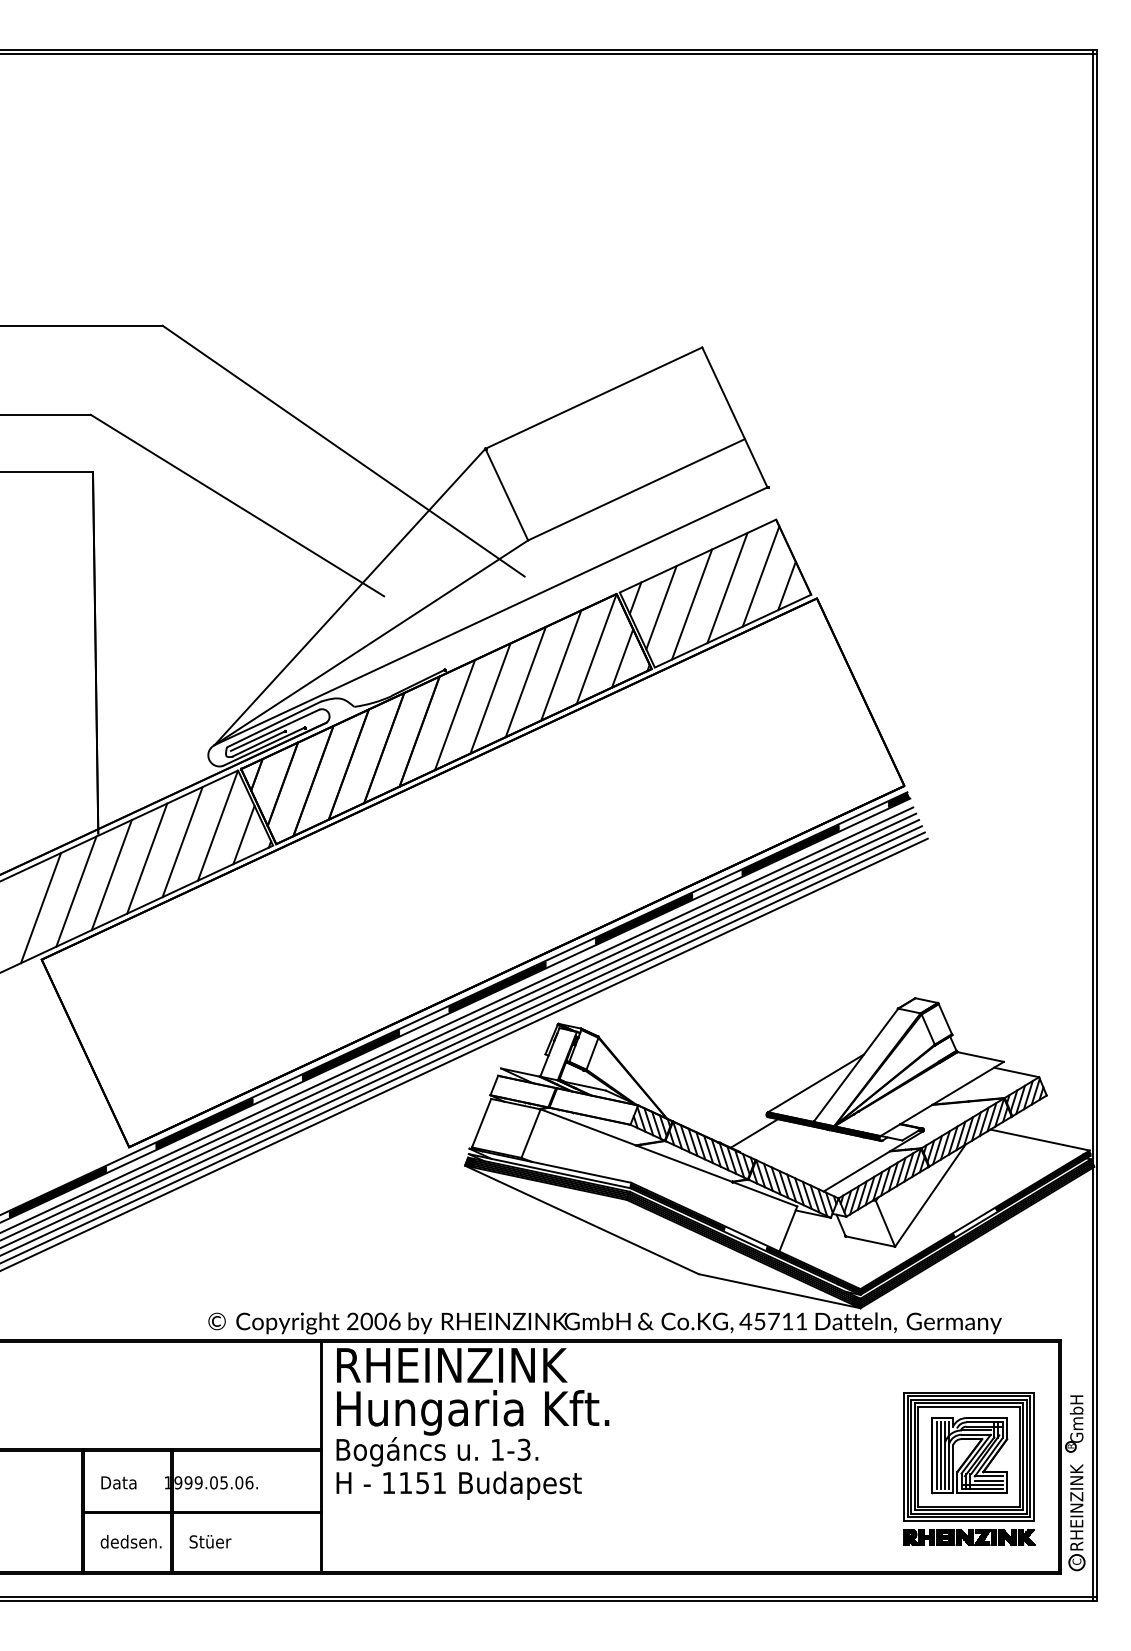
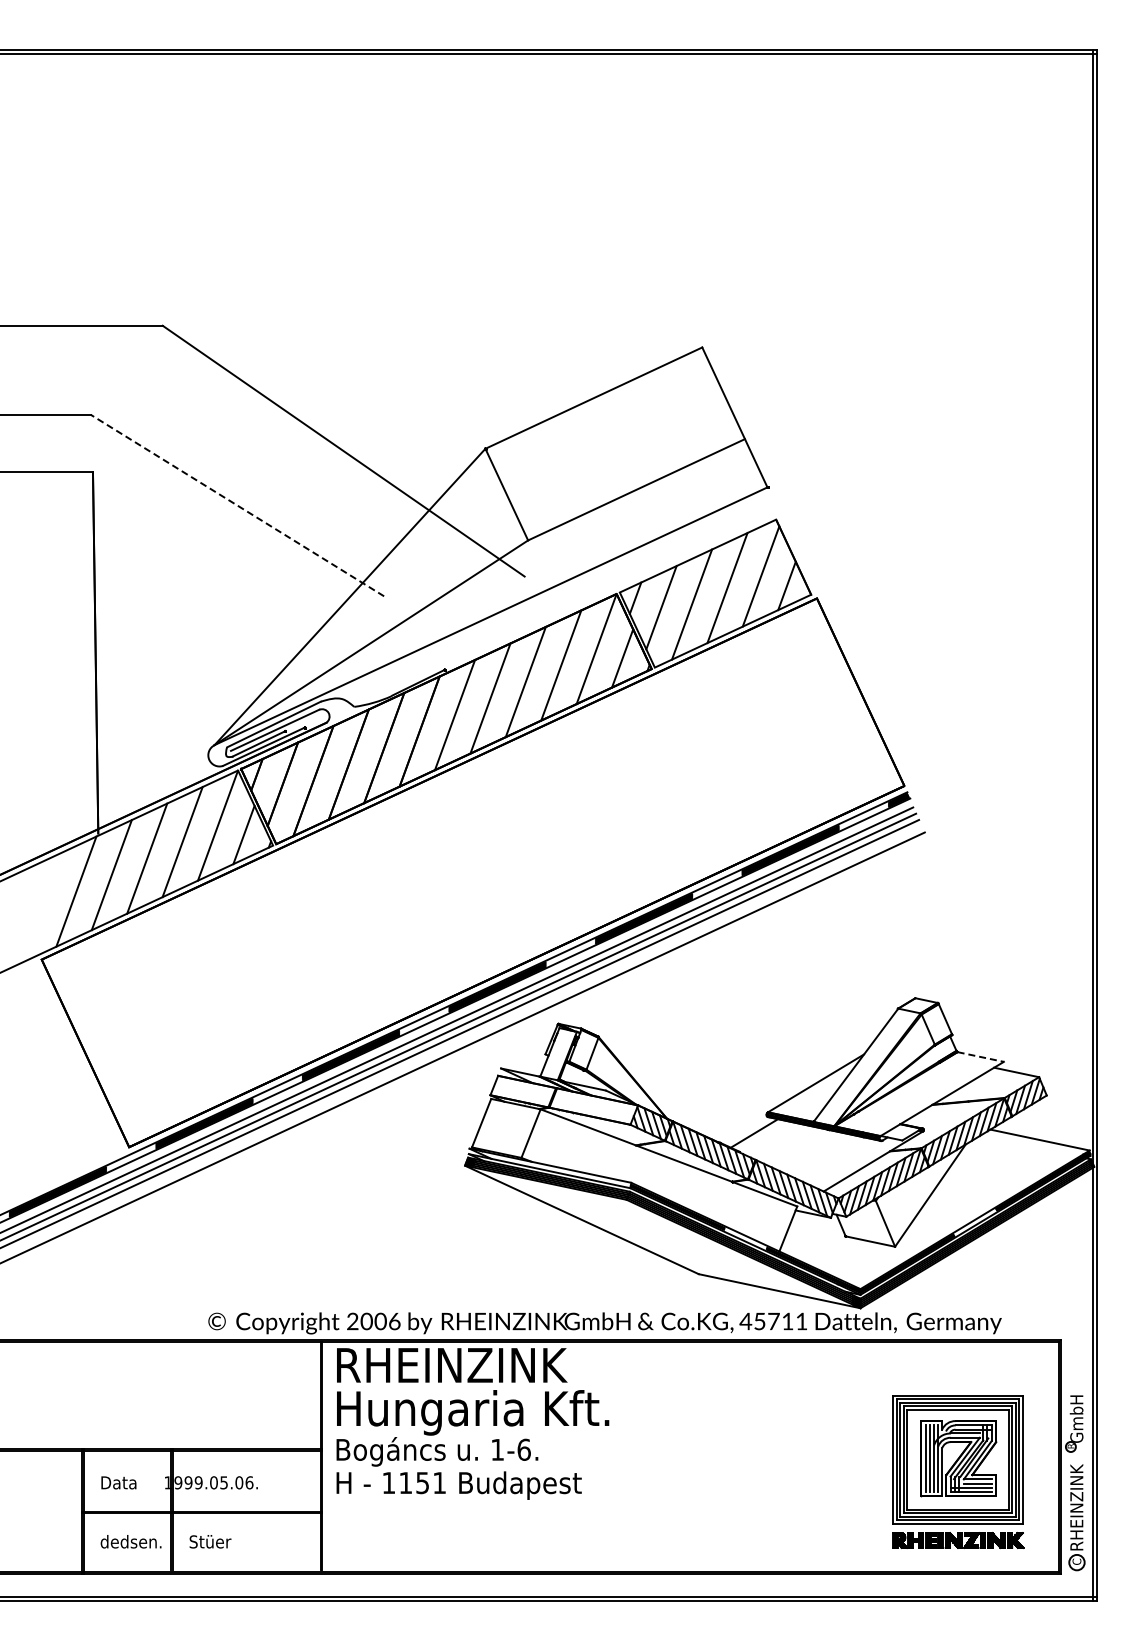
line at (237, 505): solid -> dashed
line at (40, 908): present -> none
line at (461, 1040): present -> none
line at (464, 1054): present -> none
line at (980, 1057): solid -> dashed
text at (523, 1449): 1-3. -> 1-6.
part at (969, 1468) position: (969, 1468) -> (958, 1471)
